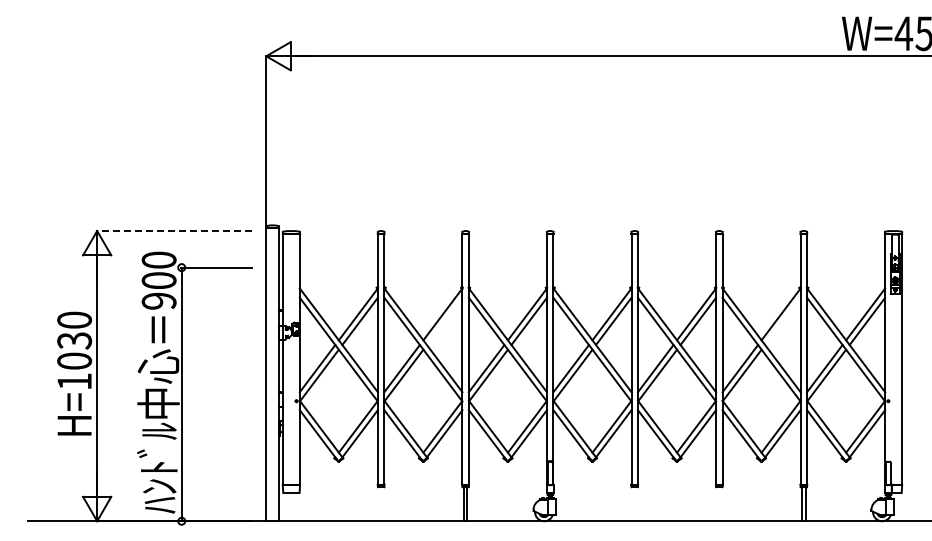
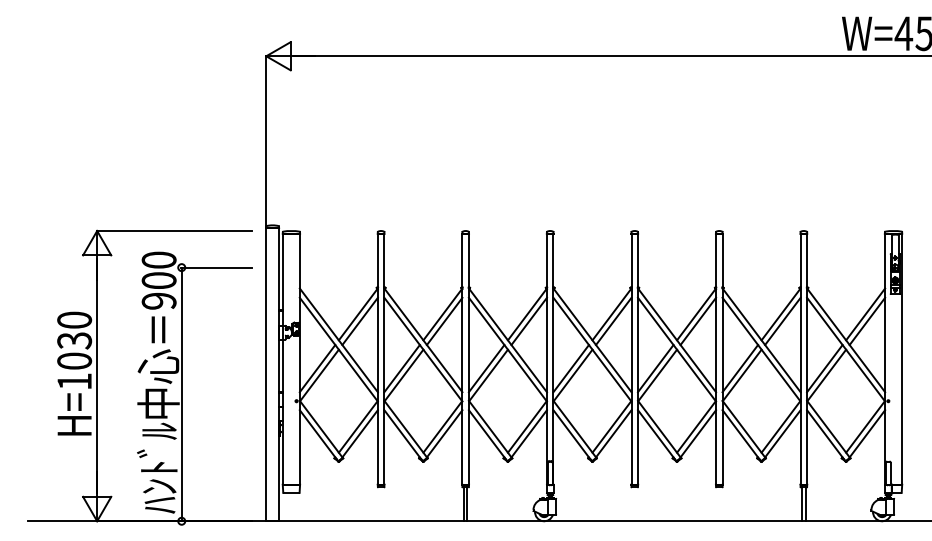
line at (173, 230): dashed -> solid
line at (444, 321): none -> present
line at (782, 321): none -> present
